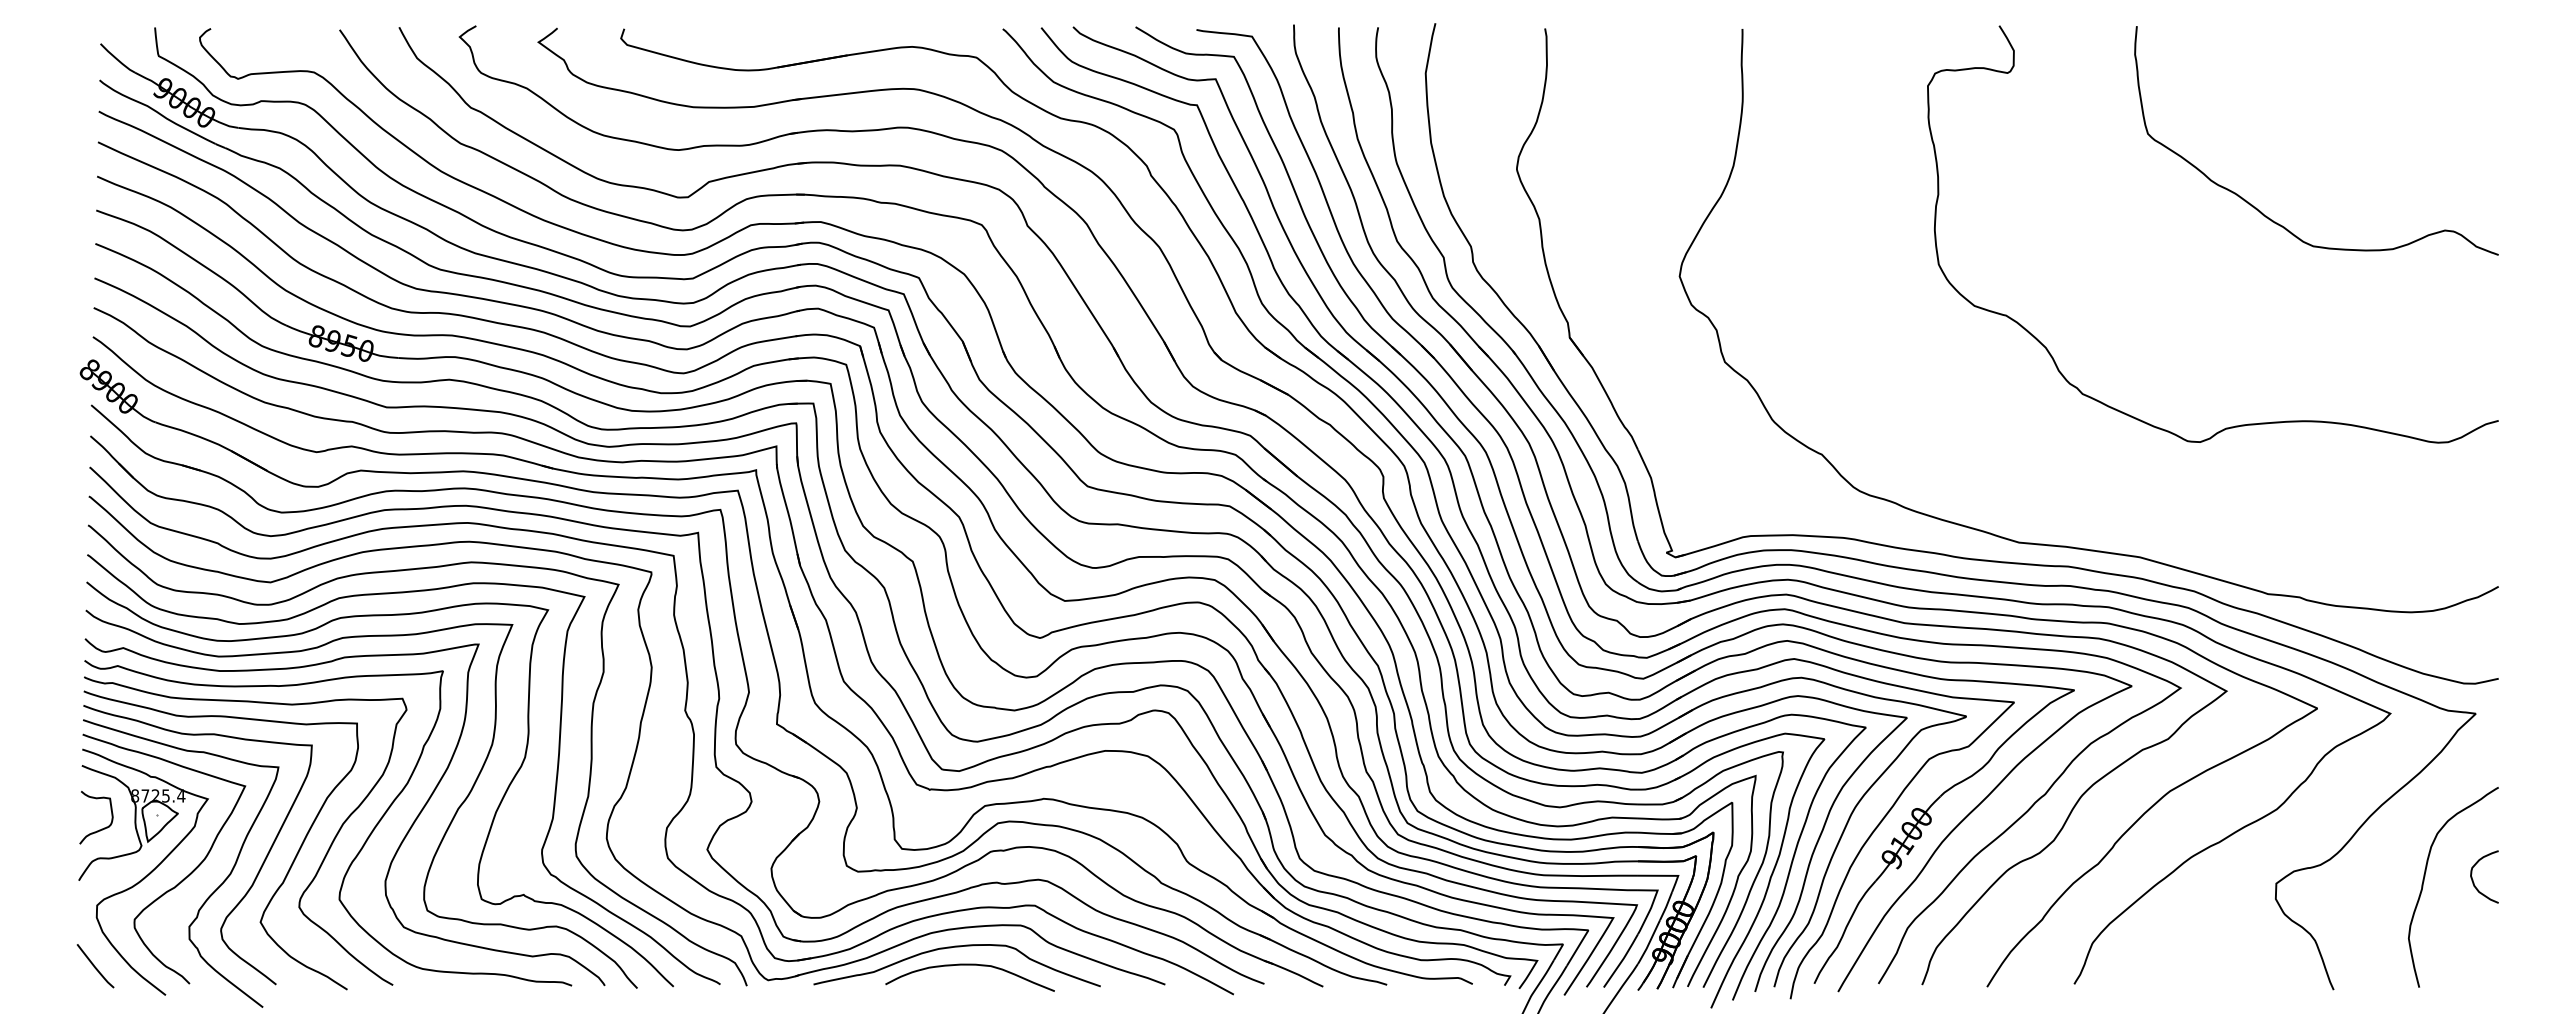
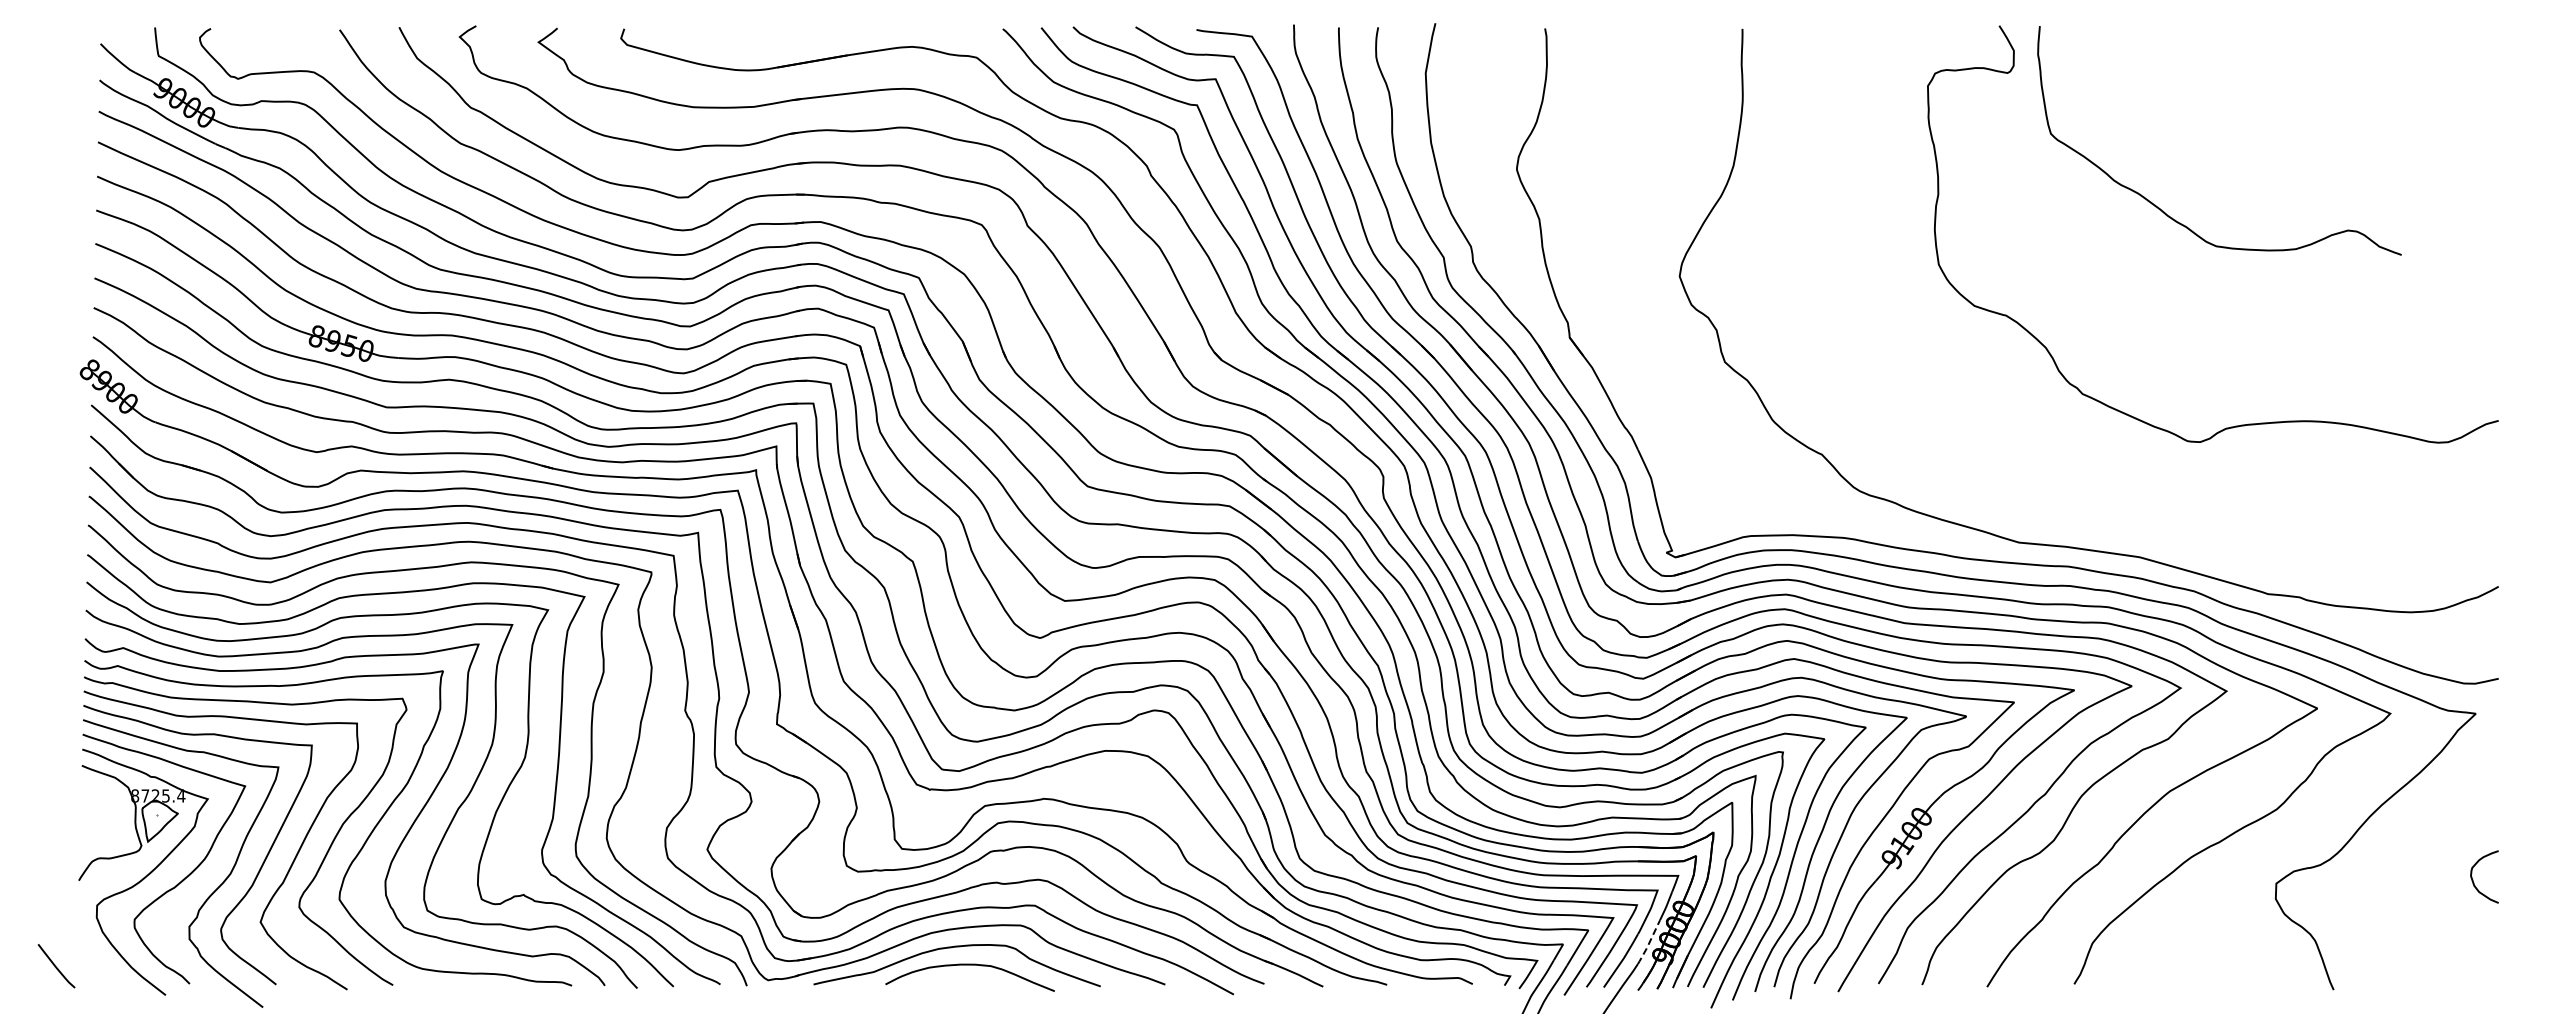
curve at (2260, 210) position: (2260, 210) -> (2163, 210)
curve at (101, 828): present -> none
curve at (2424, 881): present -> none
line at (1649, 943): solid -> dashed
curve at (95, 966) position: (95, 966) -> (56, 966)
